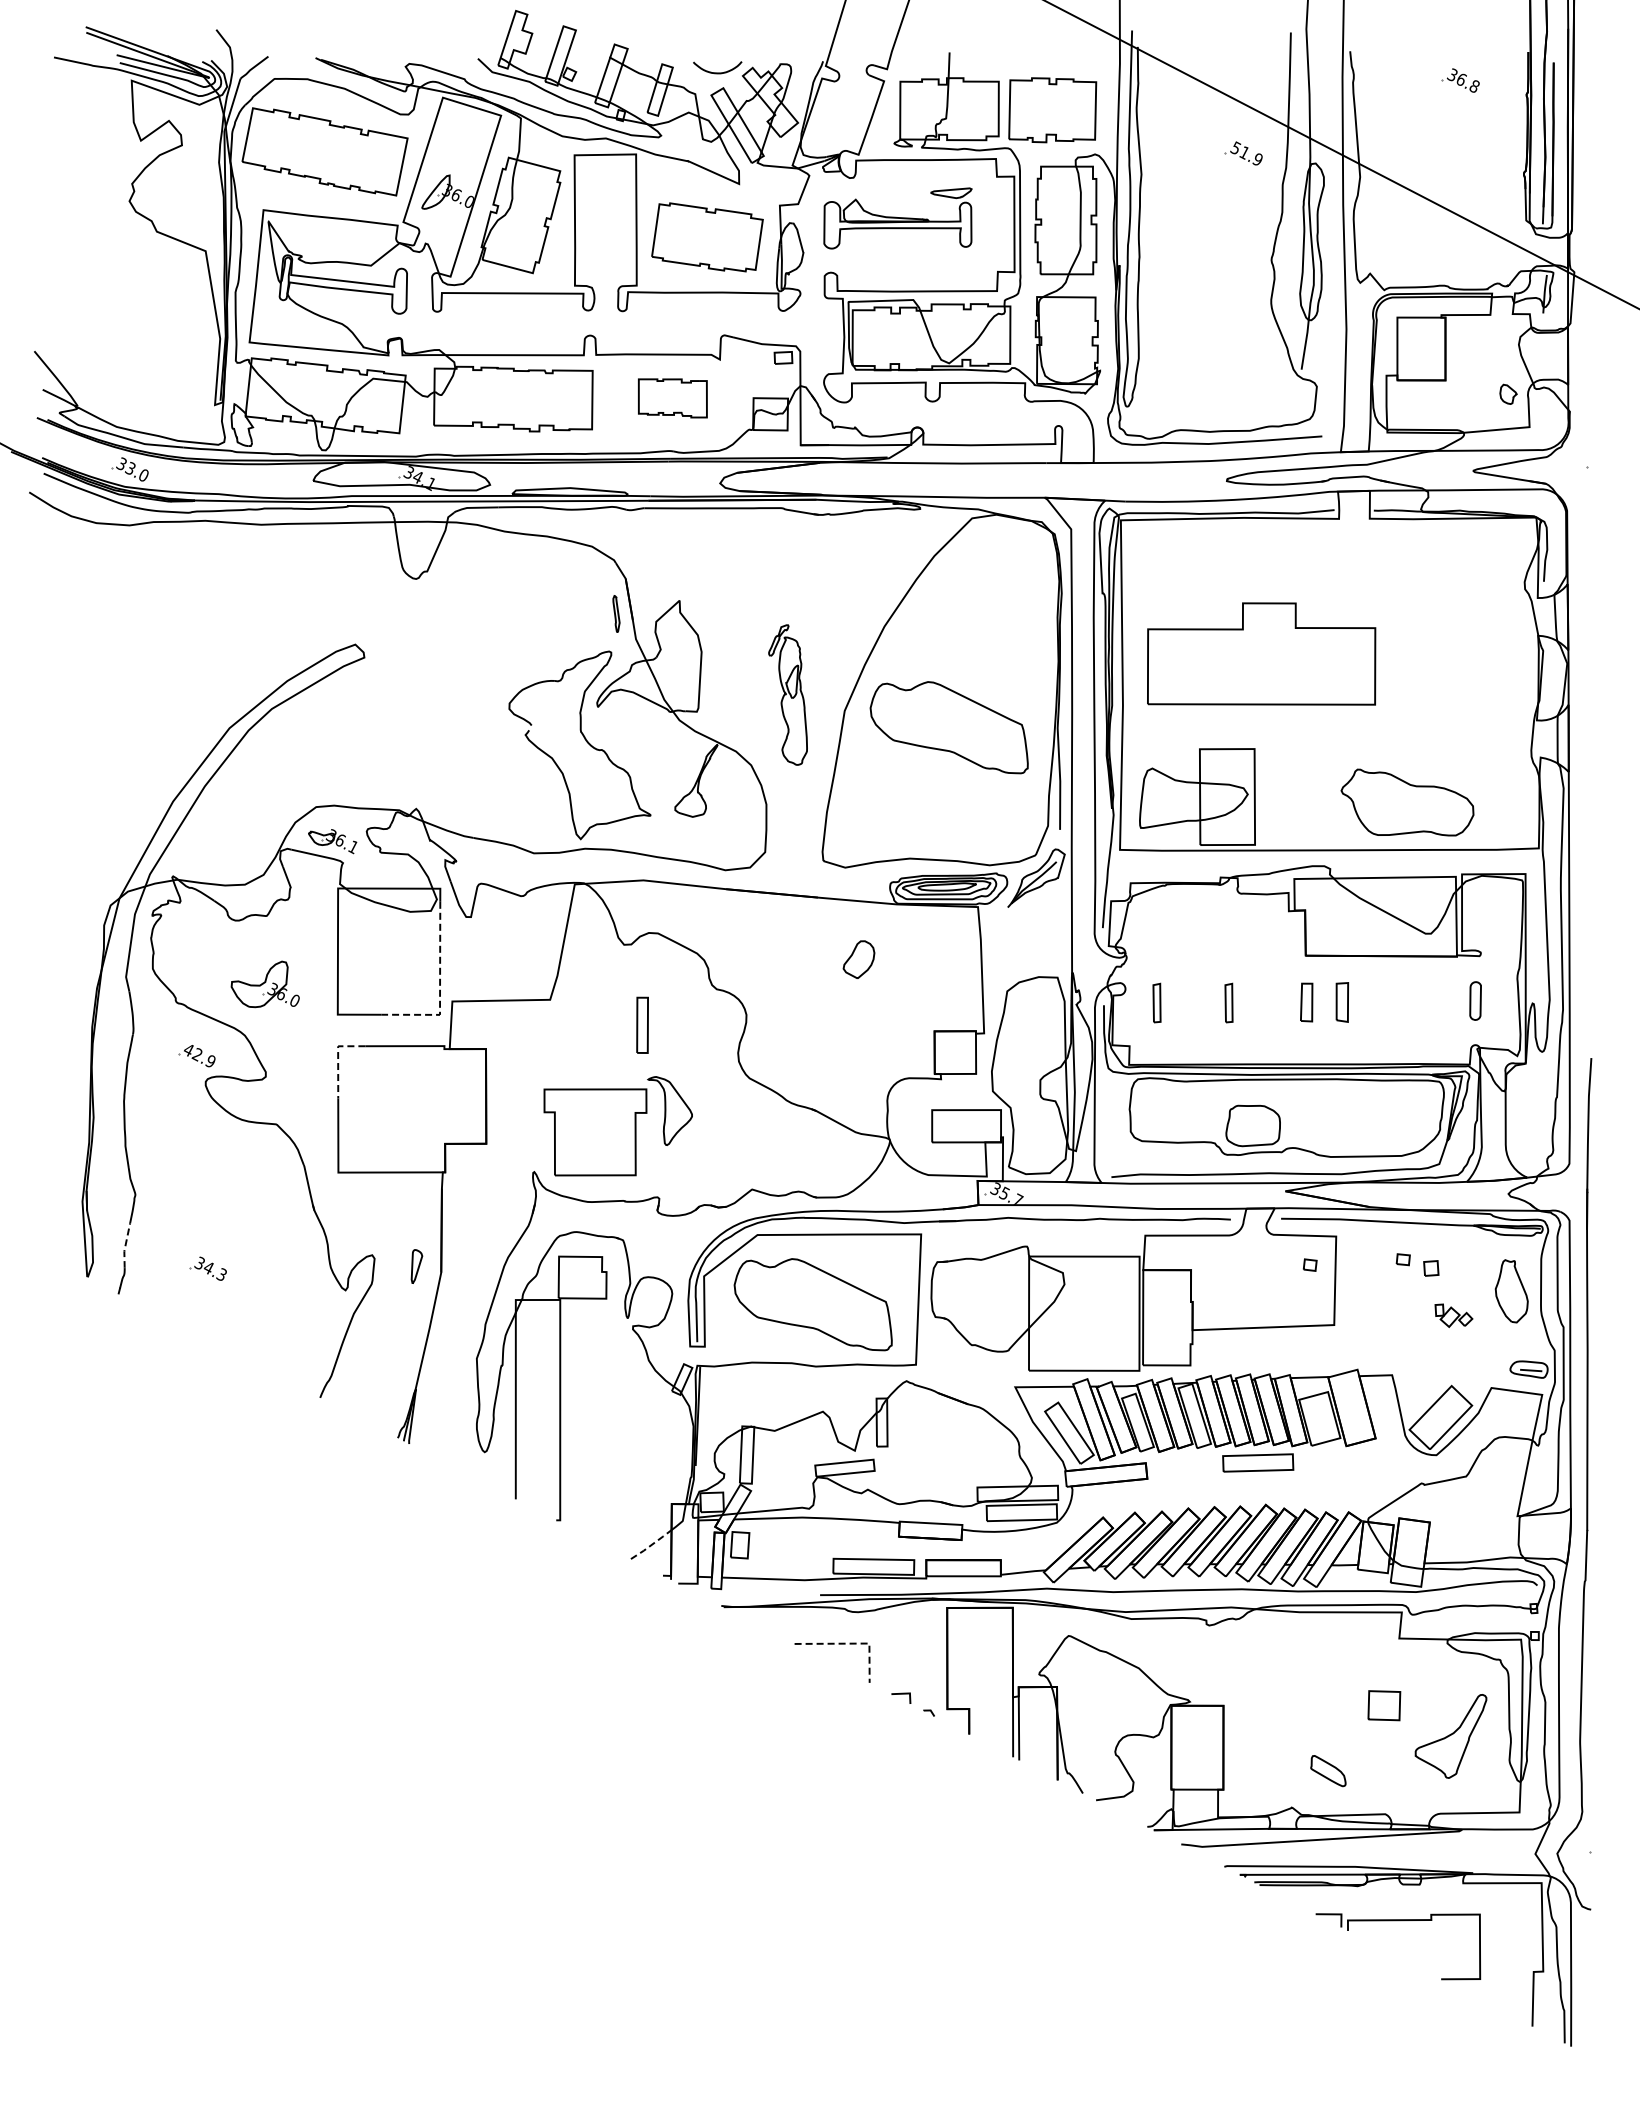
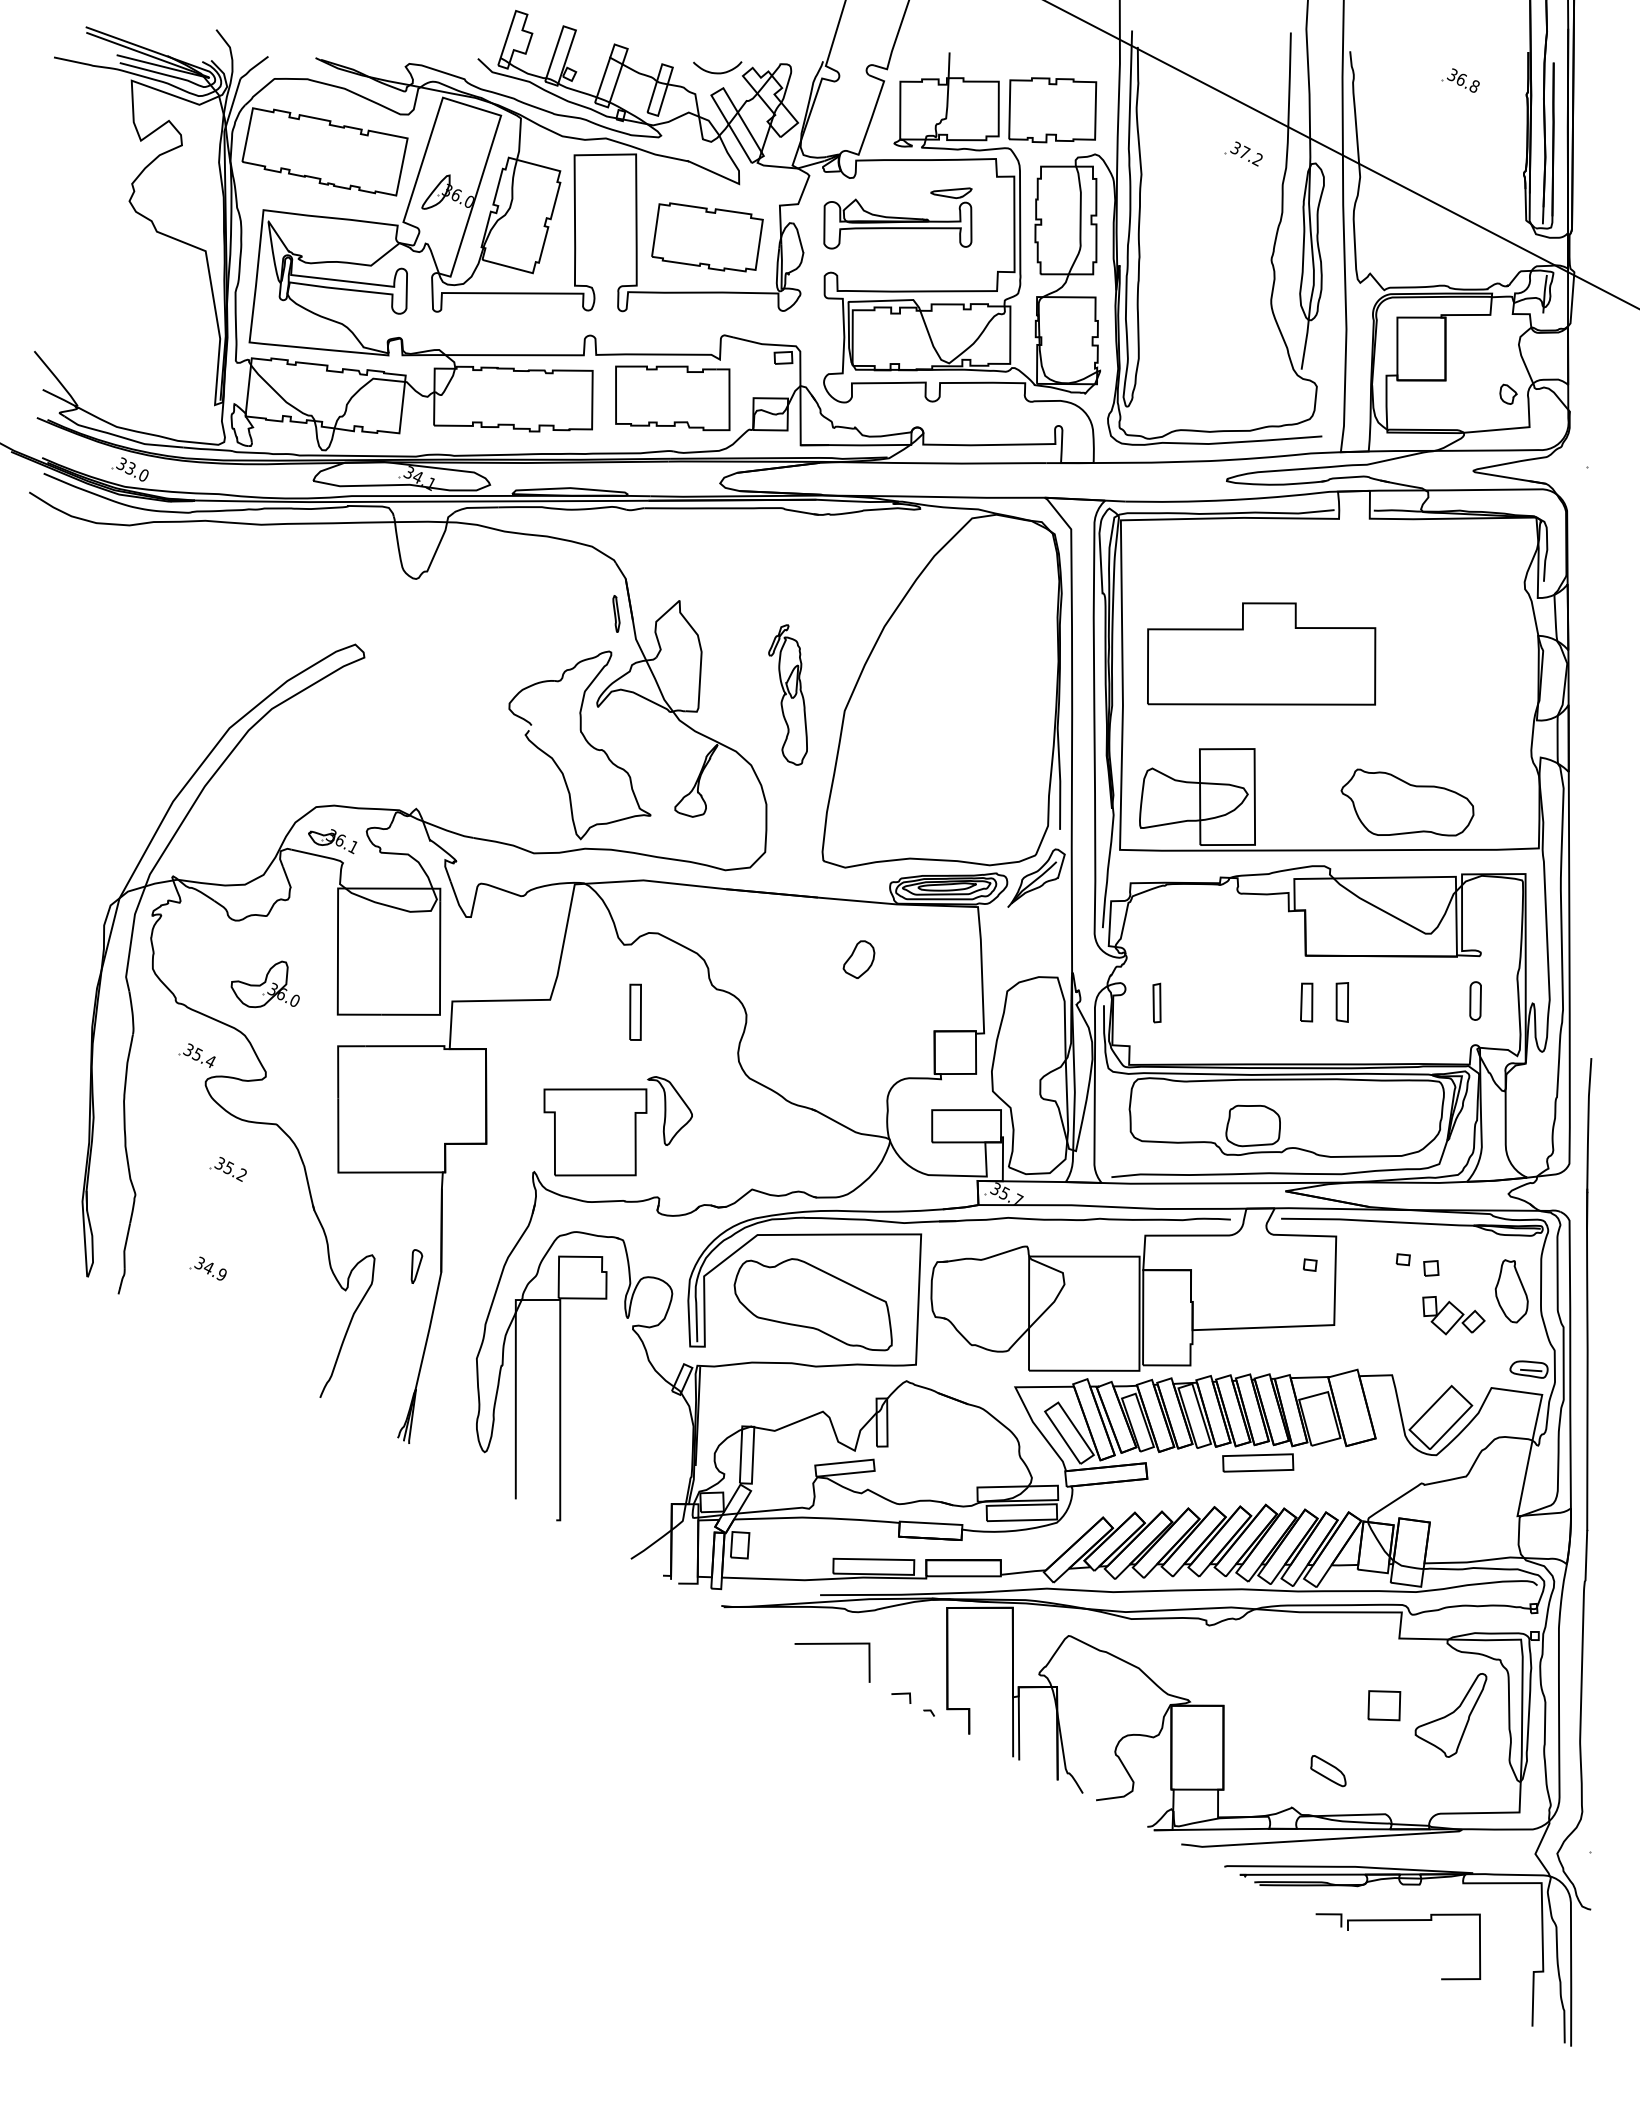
text at (1247, 153): 51.9 -> 37.2
part at (672, 398) size: 70x41 px -> 116x67 px
part at (948, 727): present -> none
line at (440, 988): dashed -> solid
part at (1228, 1002): present -> none
part at (642, 1024) position: (642, 1024) -> (635, 1011)
text at (199, 1055): 42.9 -> 35.4
line at (338, 1058): dashed -> solid
part at (227, 1168): none -> present
line at (125, 1246): dashed -> solid
text at (221, 1274): 34.3 -> 34.9
part at (1453, 1315) size: 40x25 px -> 64x40 px
line at (651, 1544): dashed -> solid
line at (852, 1643): dashed -> solid
part at (1450, 1736) position: (1450, 1736) -> (1450, 1715)
